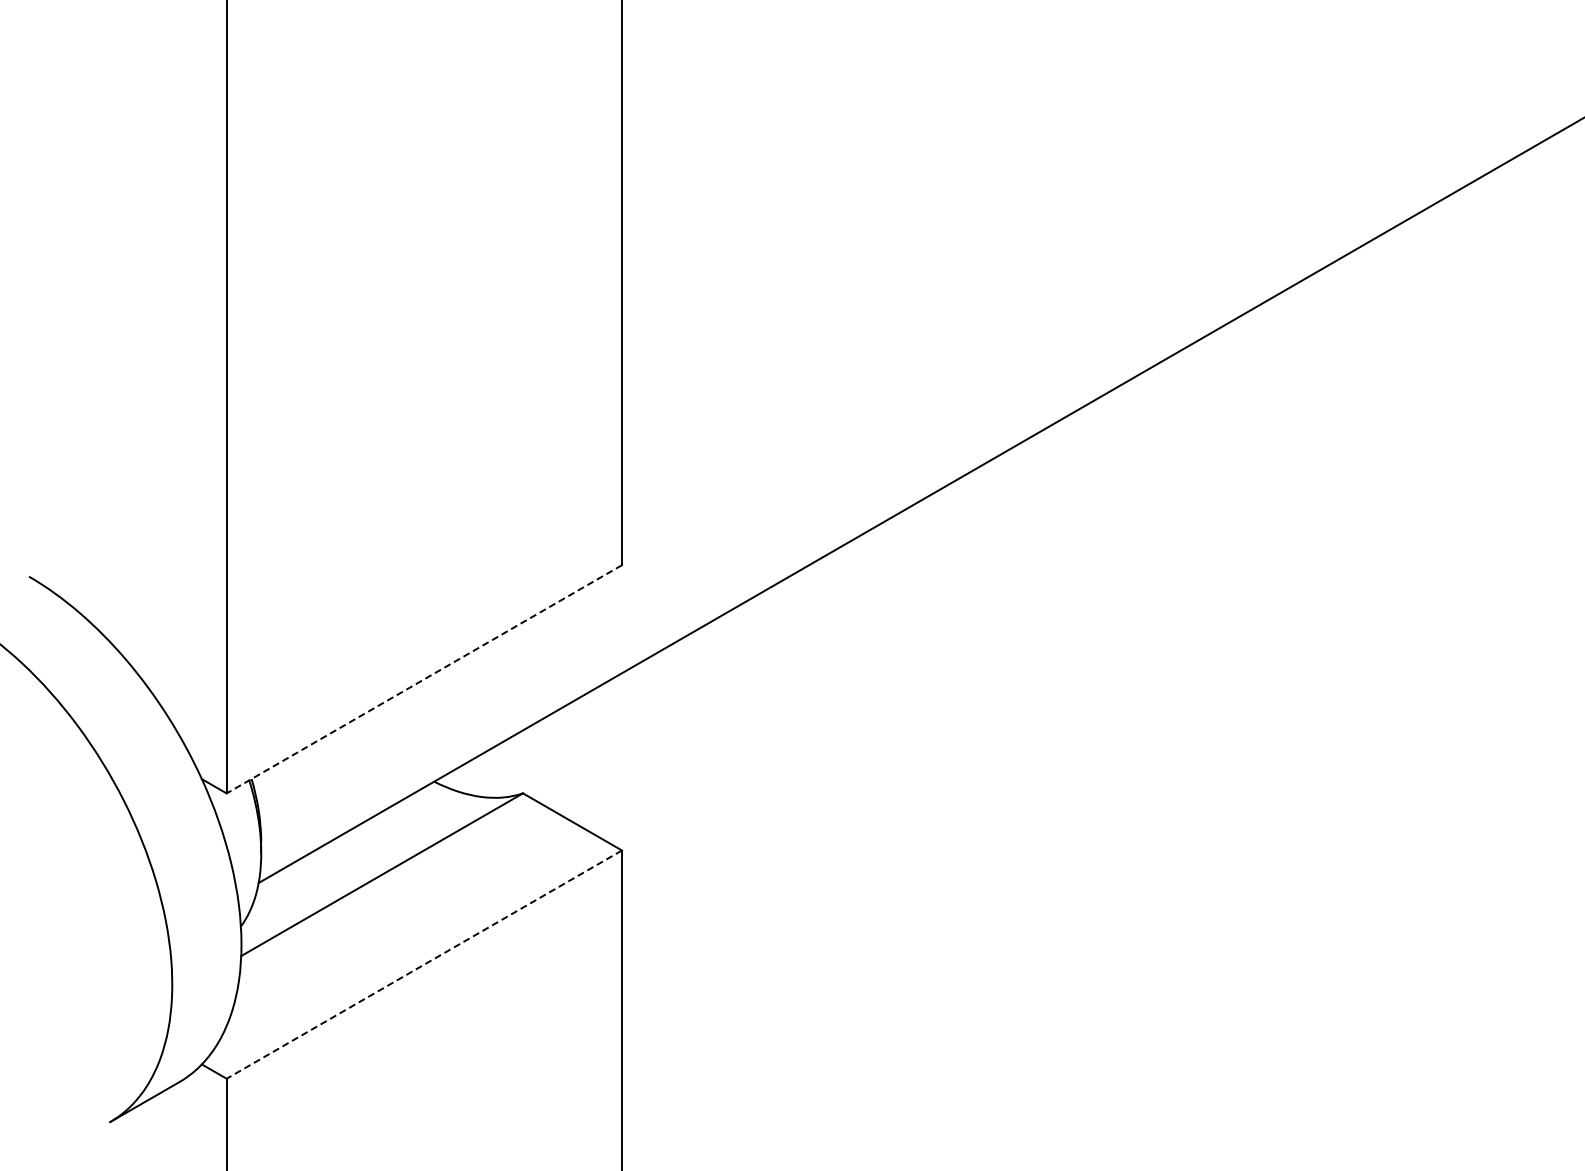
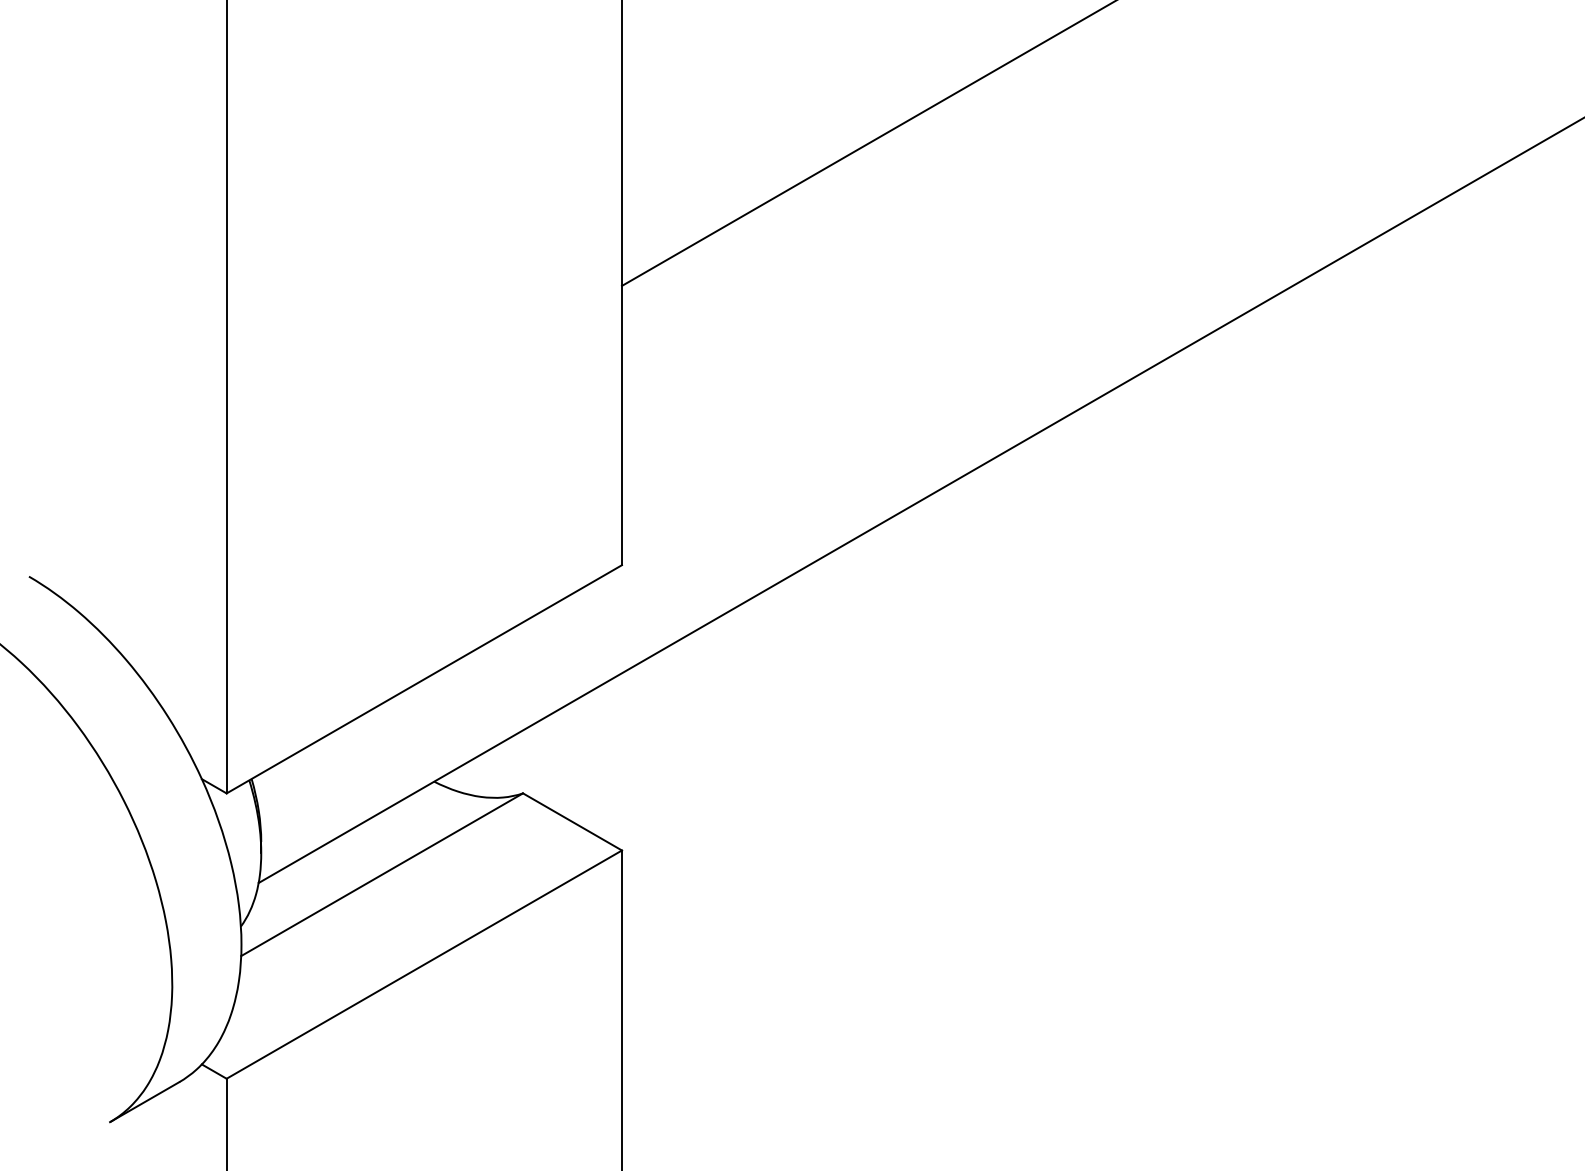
line at (867, 143): none -> present
line at (423, 679): dashed -> solid
line at (423, 964): dashed -> solid
